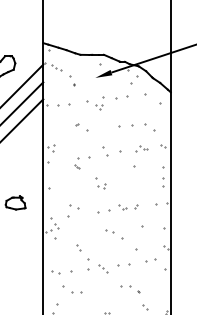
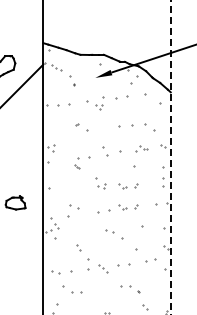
line at (22, 102): present -> none
line at (22, 119): present -> none
line at (170, 157): solid -> dashed
part at (128, 186): none -> present
